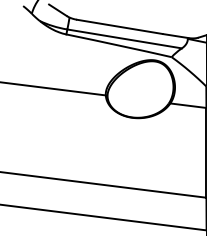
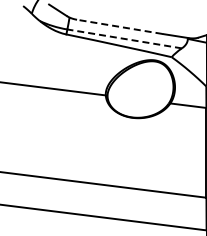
line at (119, 26): solid -> dashed
line at (124, 38): solid -> dashed
